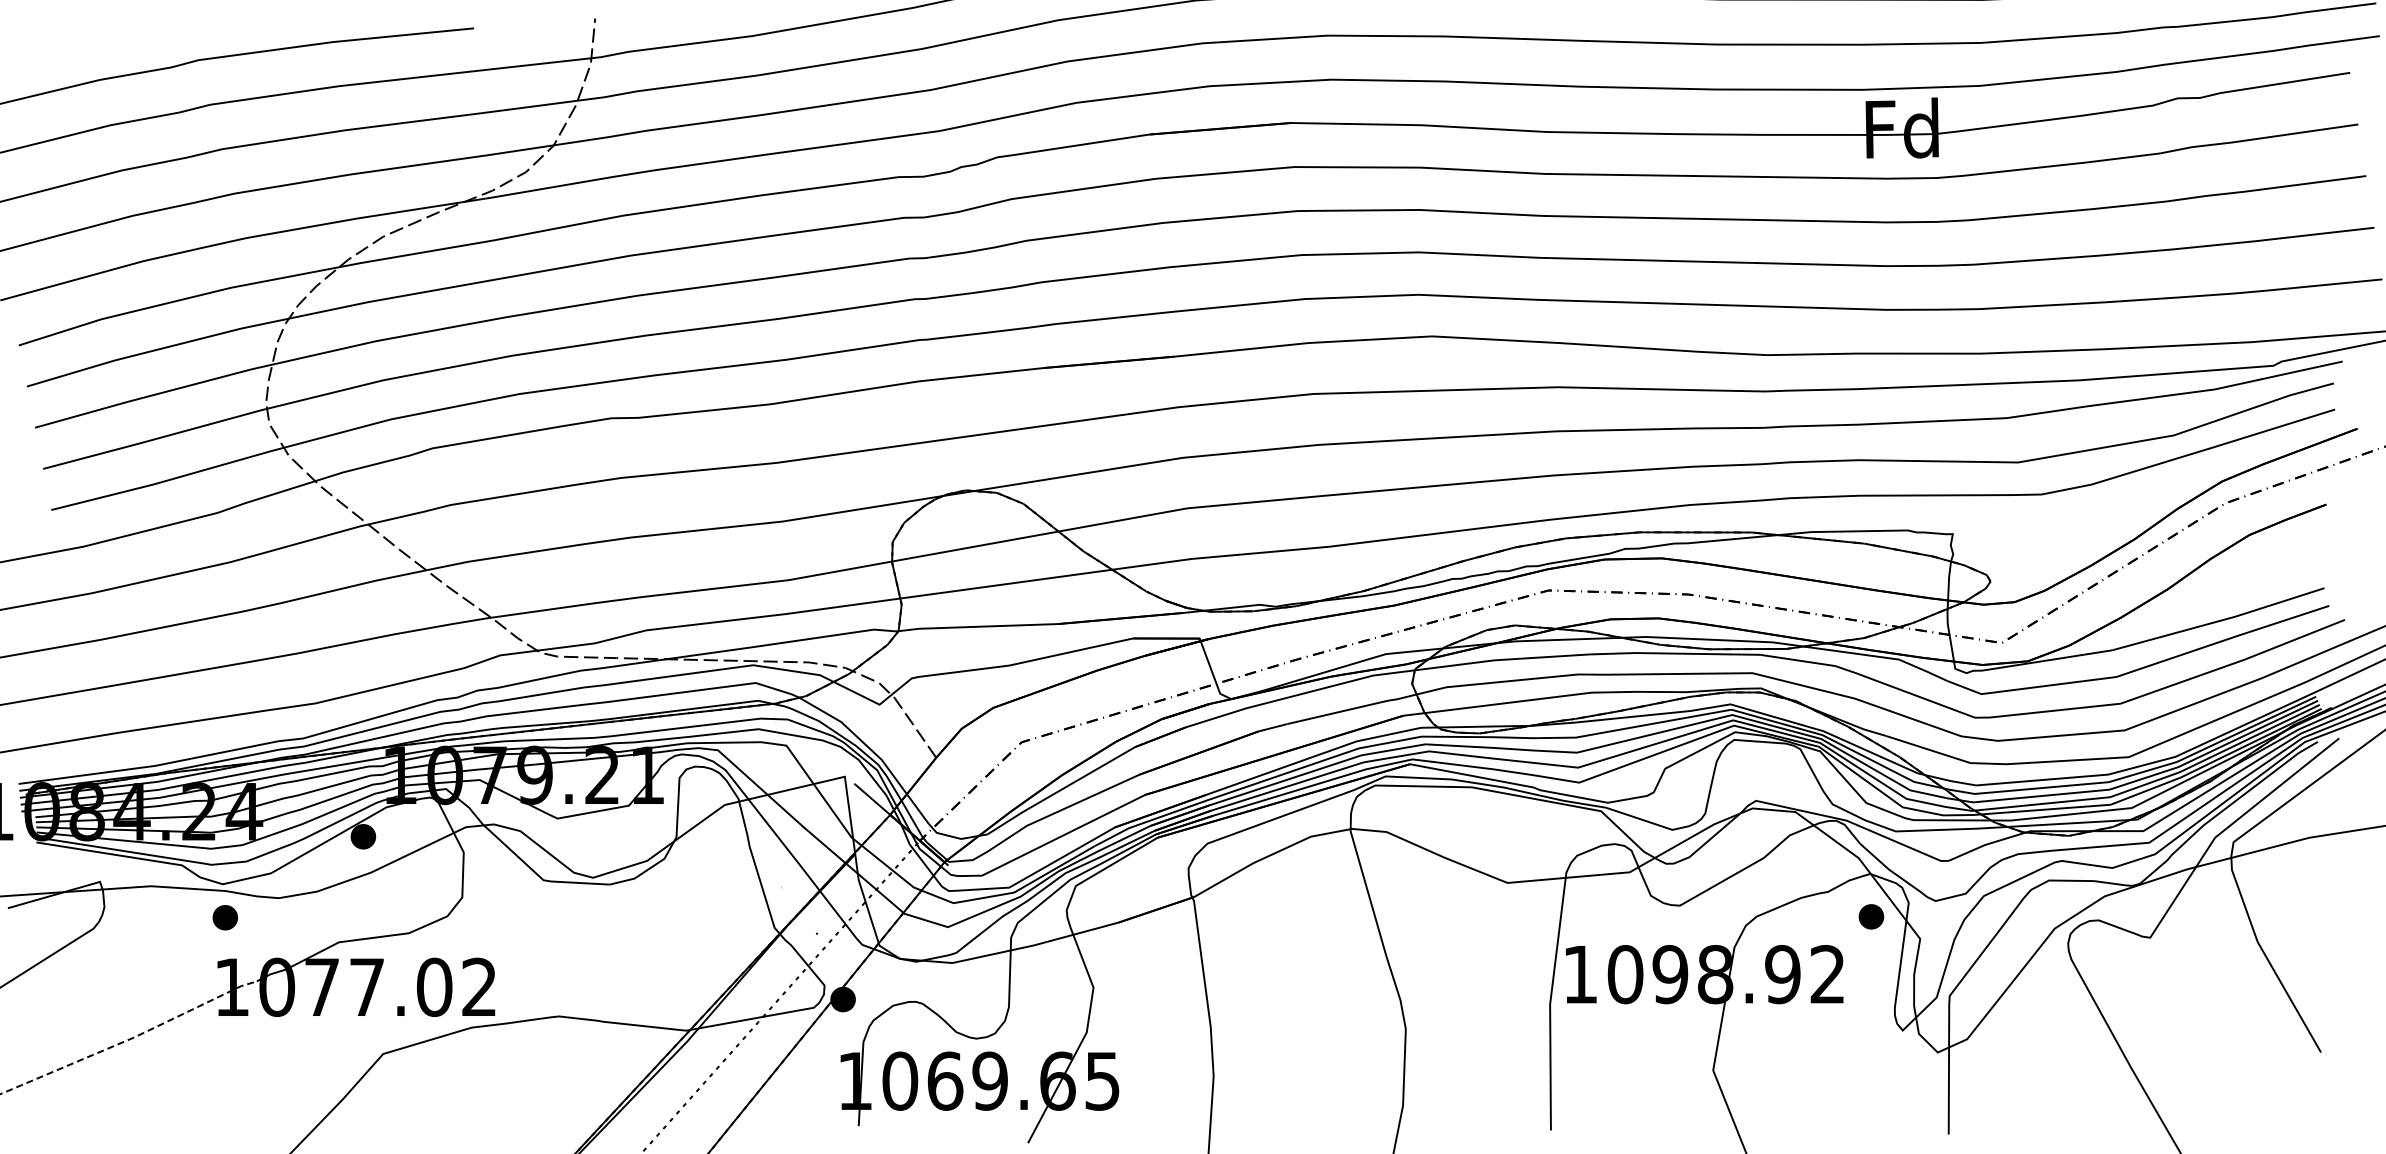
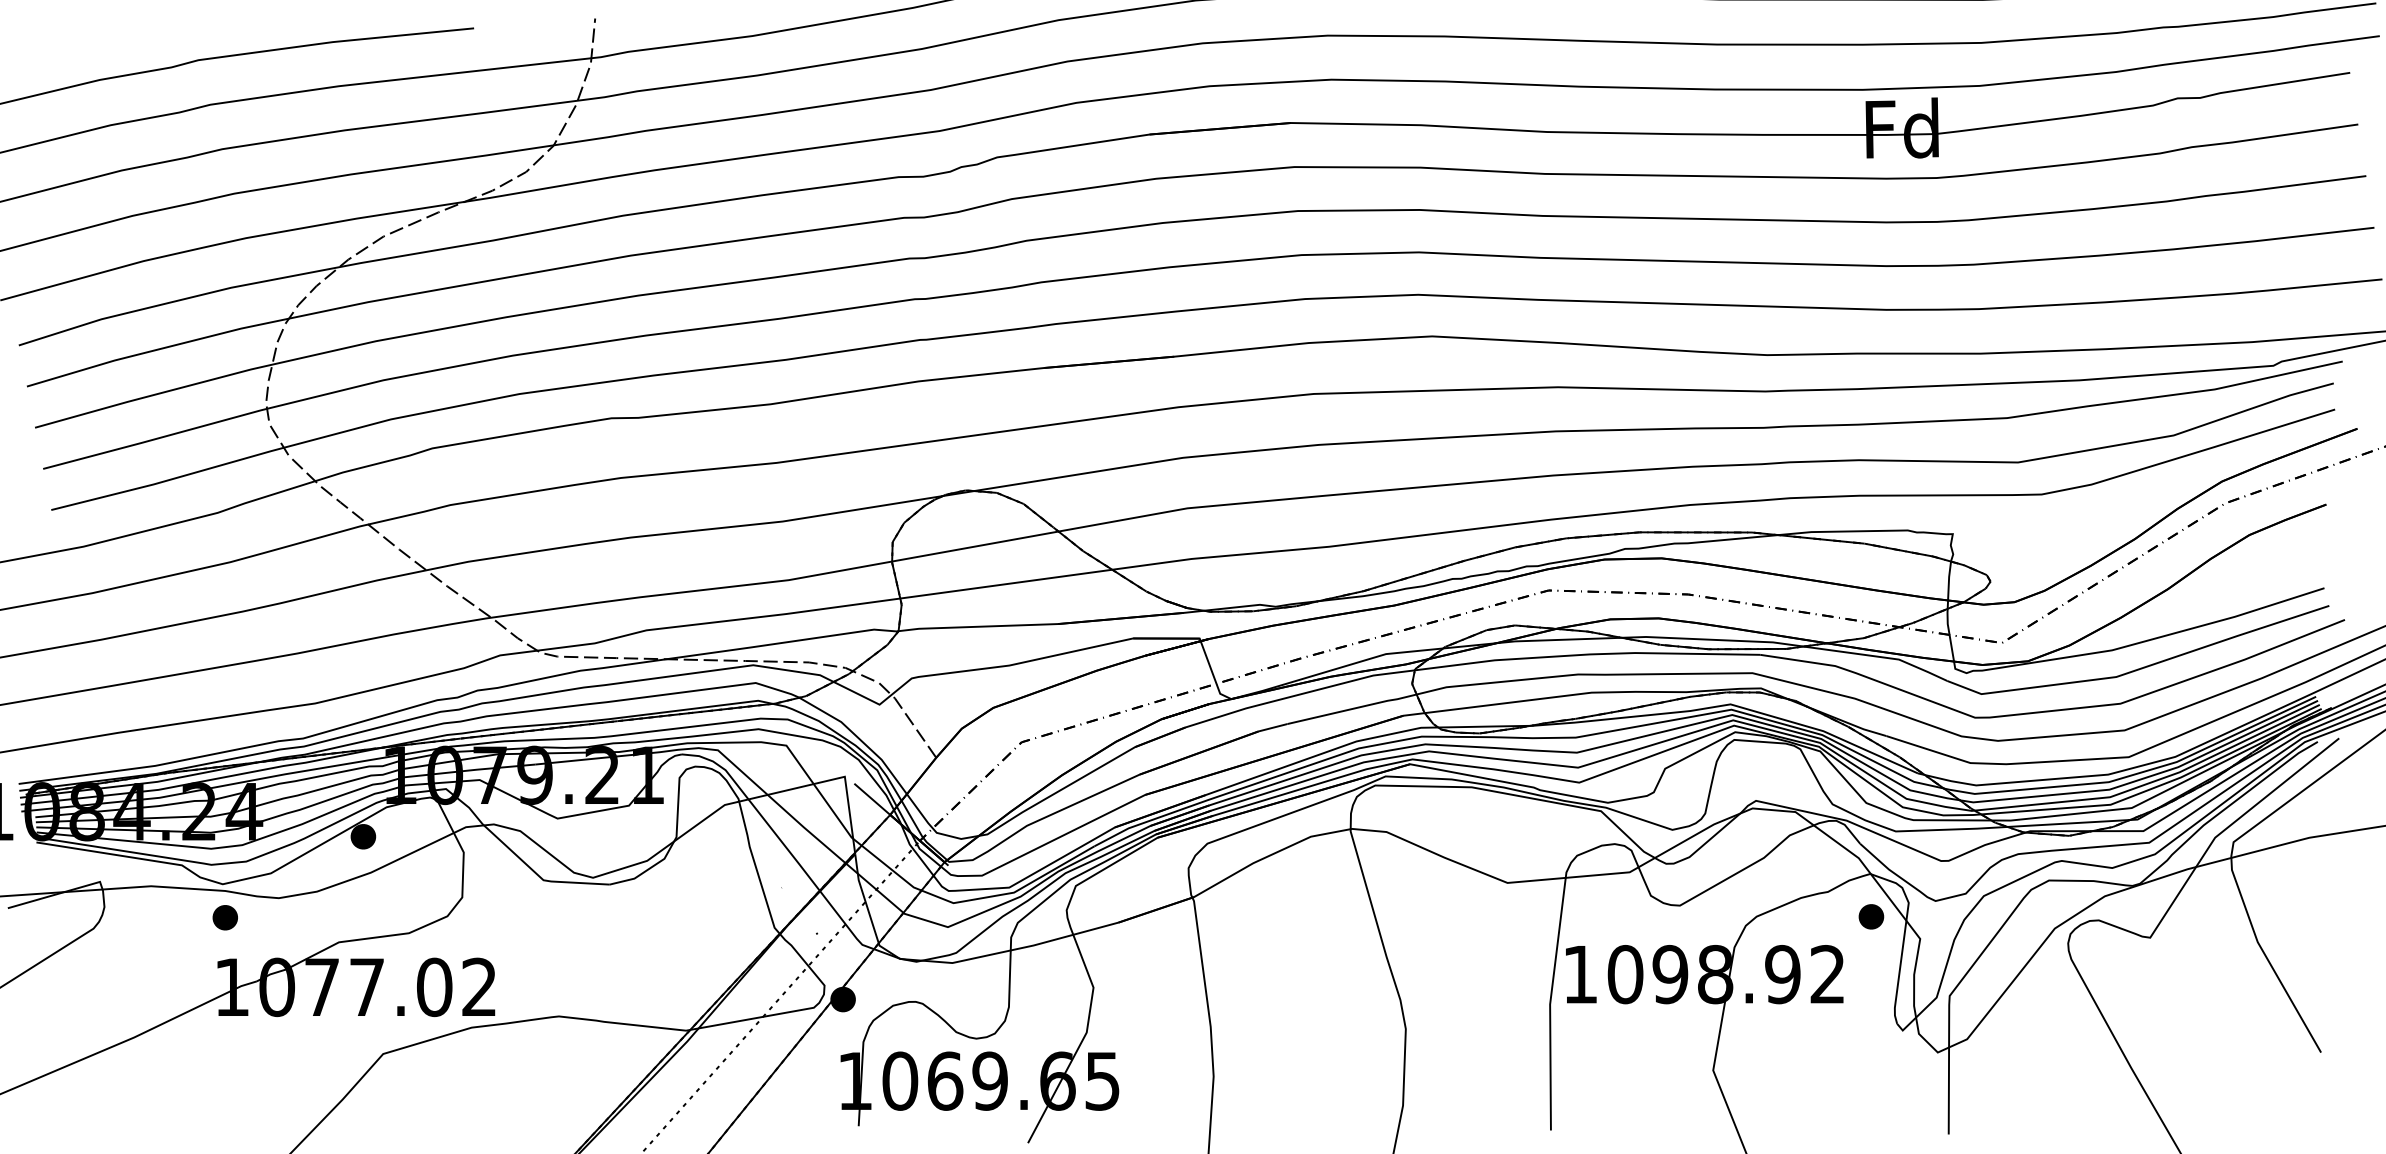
line at (130, 1039): dashed -> solid
